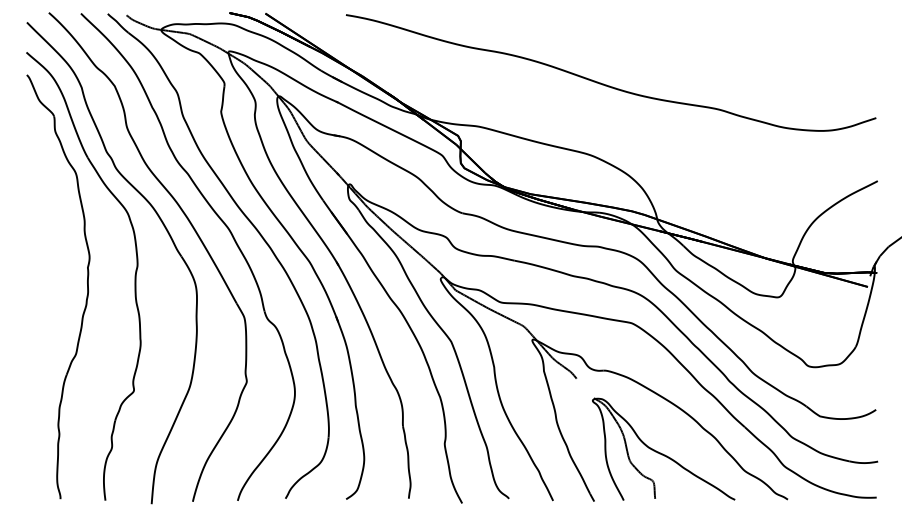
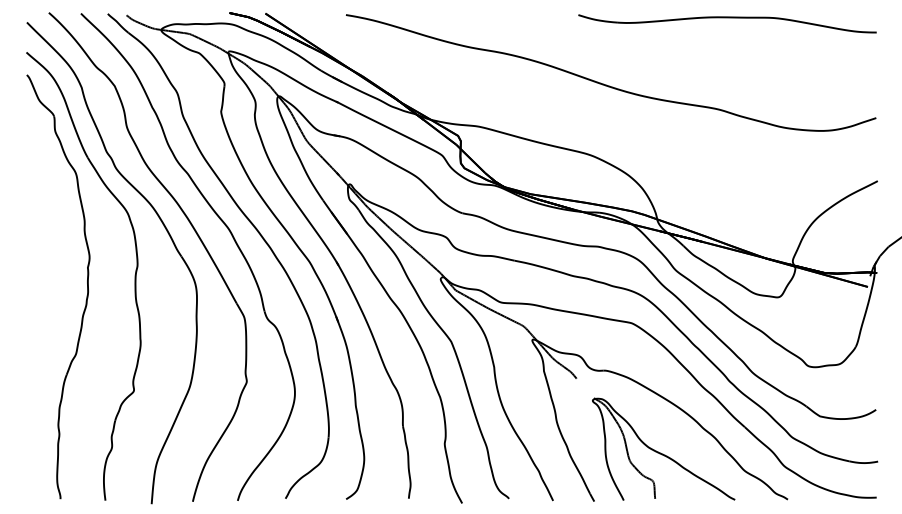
part at (727, 23): none -> present
